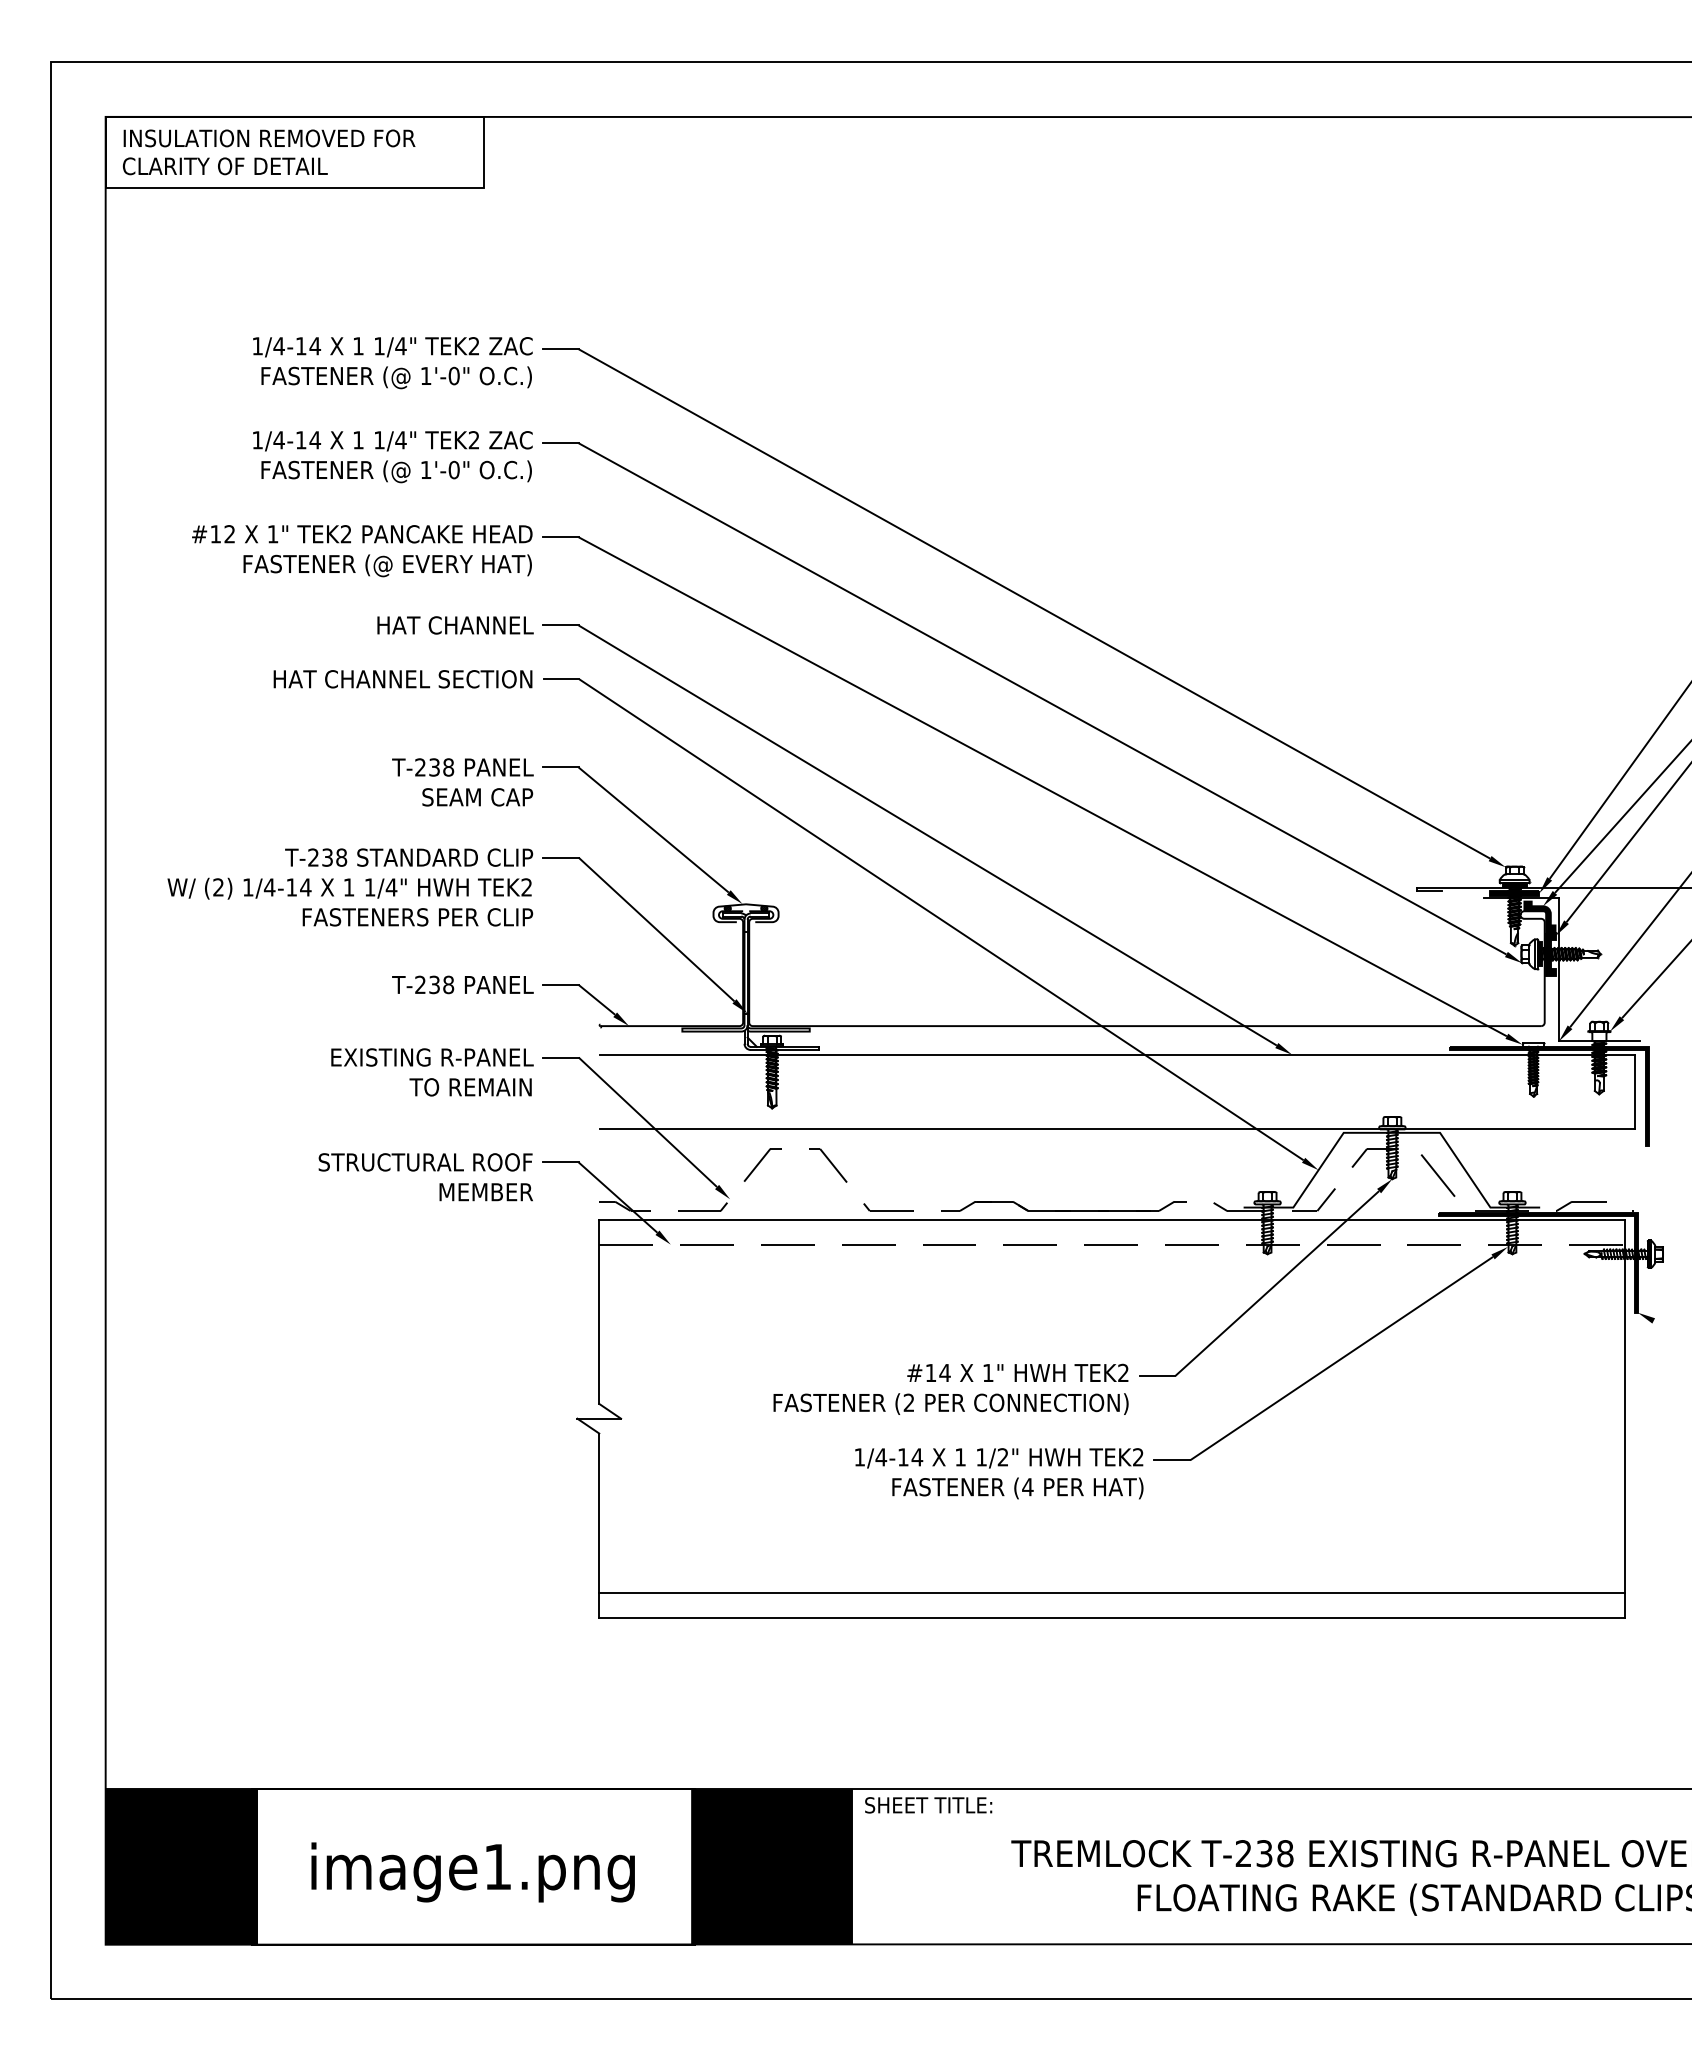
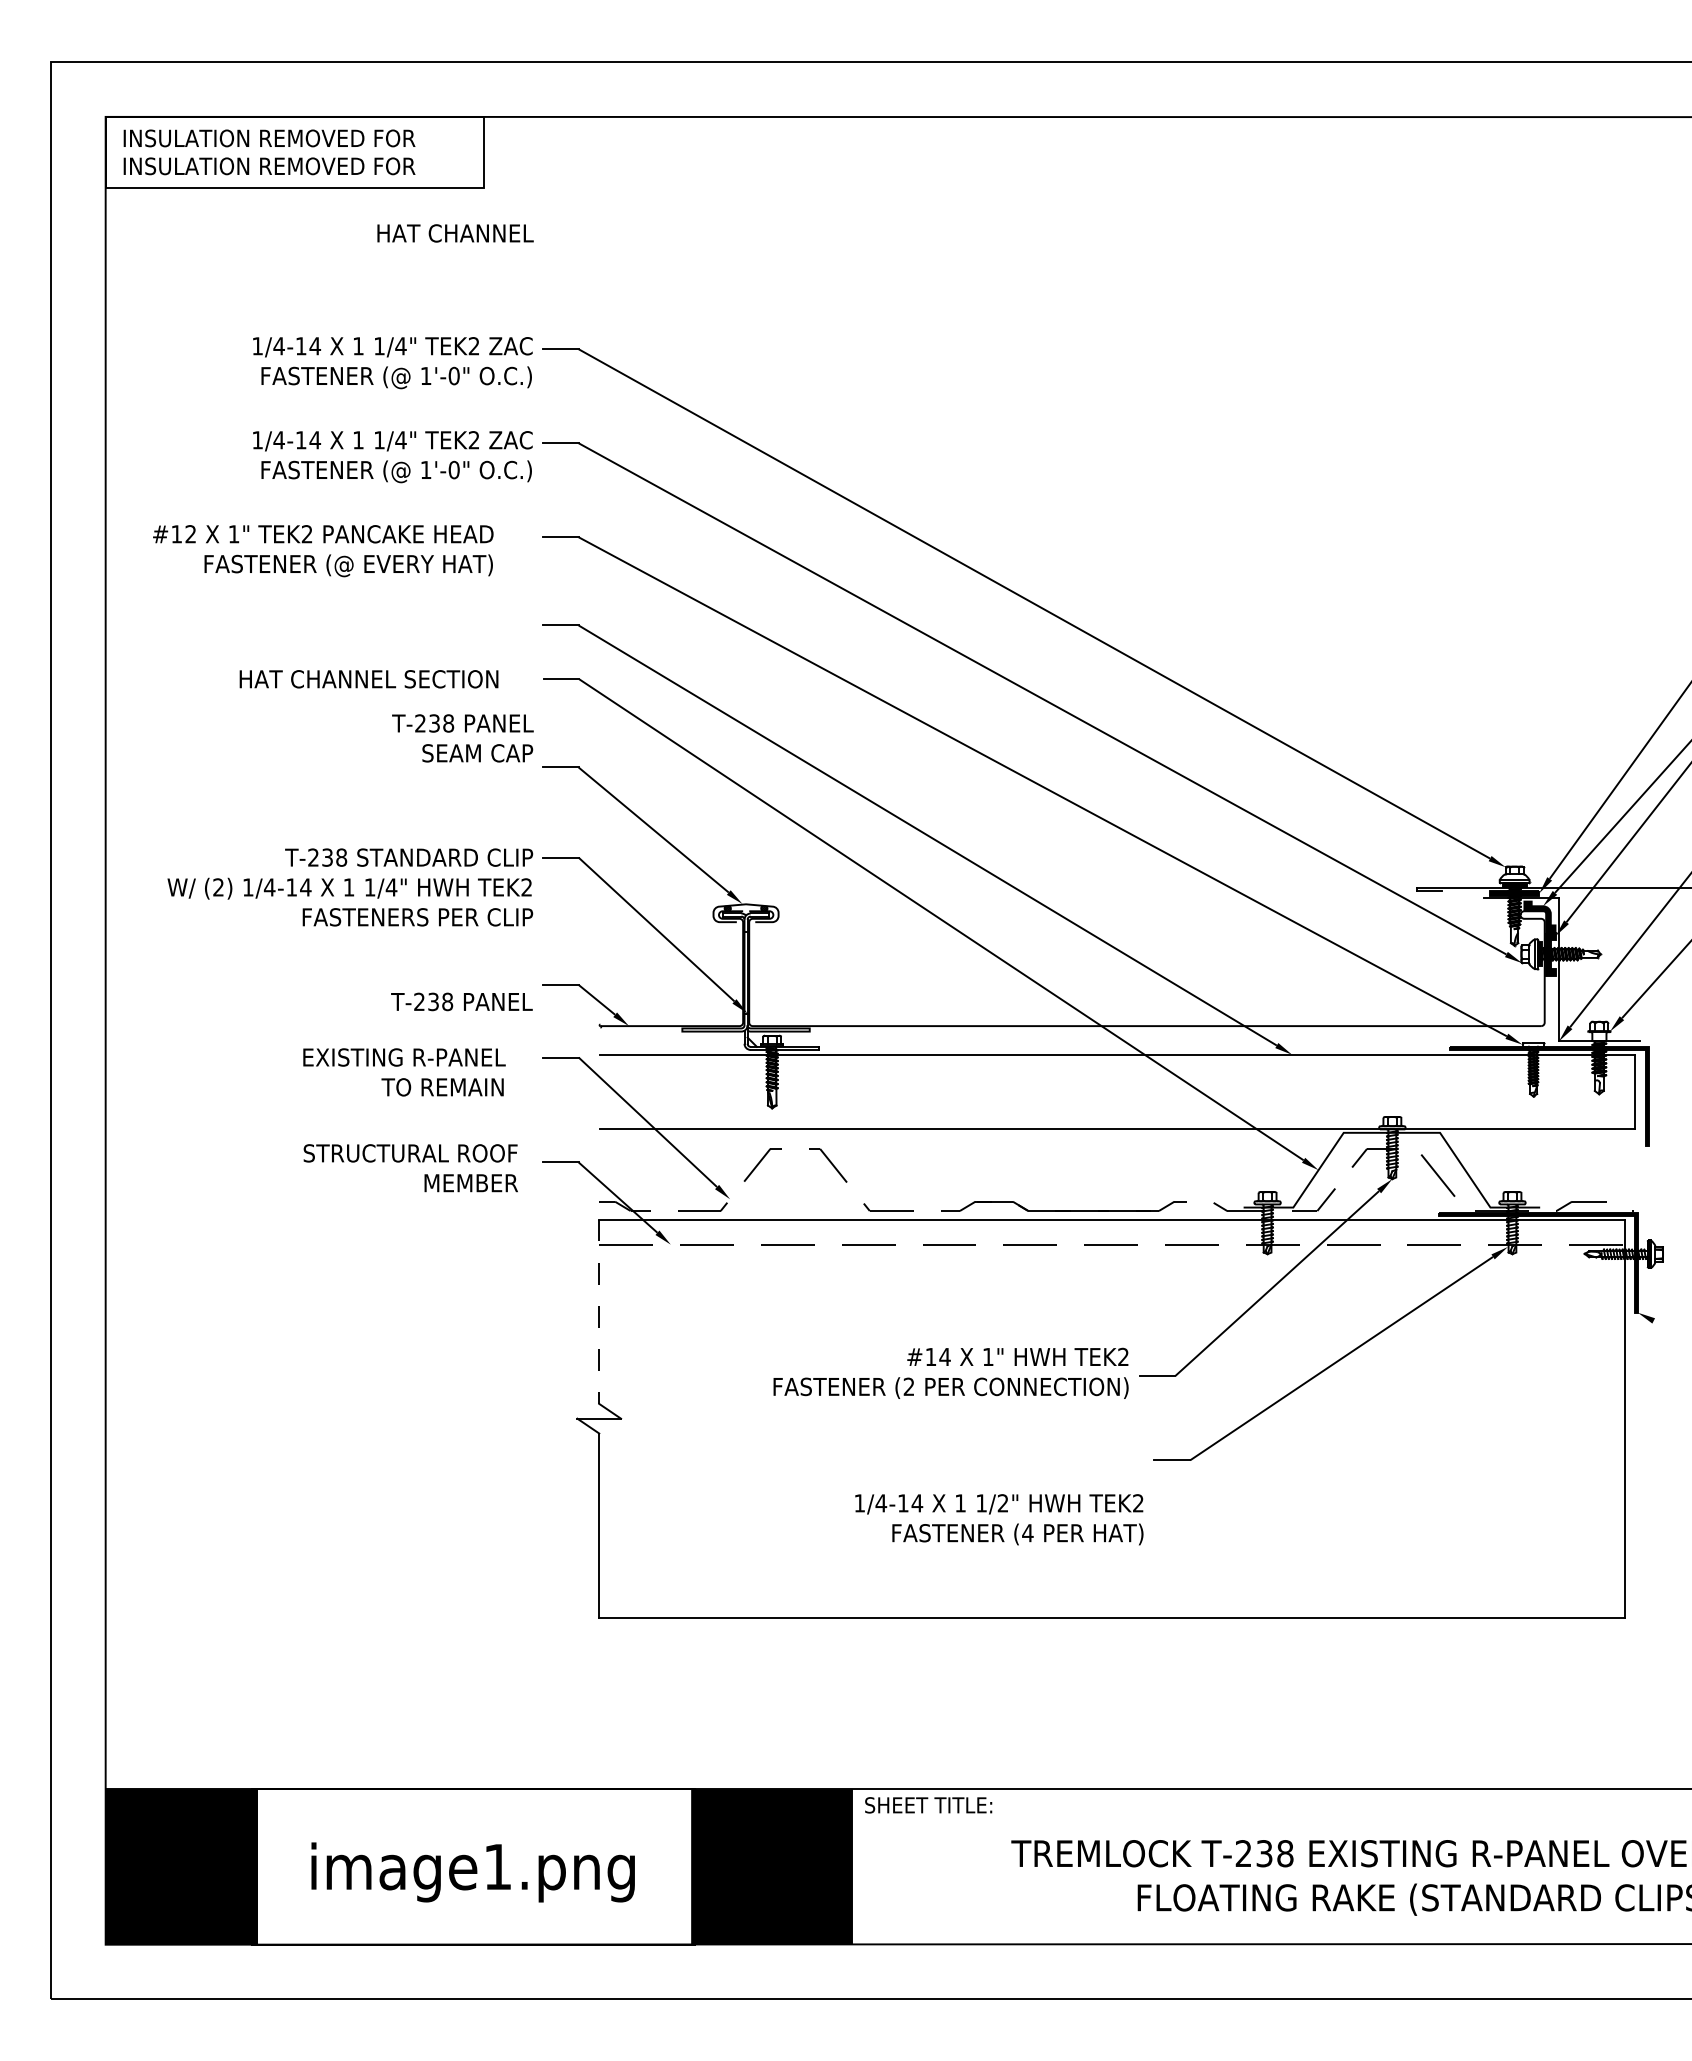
text at (268, 166): CLARITY OF DETAIL -> INSULATION REMOVED FOR
text at (362, 551) position: (362, 551) -> (323, 551)
text at (455, 625) position: (455, 625) -> (455, 233)
text at (402, 679) position: (402, 679) -> (368, 679)
text at (462, 782) position: (462, 782) -> (462, 738)
text at (462, 984) position: (462, 984) -> (461, 1001)
text at (432, 1072) position: (432, 1072) -> (404, 1072)
text at (425, 1177) position: (425, 1177) -> (410, 1168)
line at (599, 1312): solid -> dashed
text at (950, 1388) position: (950, 1388) -> (950, 1372)
text at (999, 1473) position: (999, 1473) -> (999, 1519)
line at (1112, 1592): present -> none
